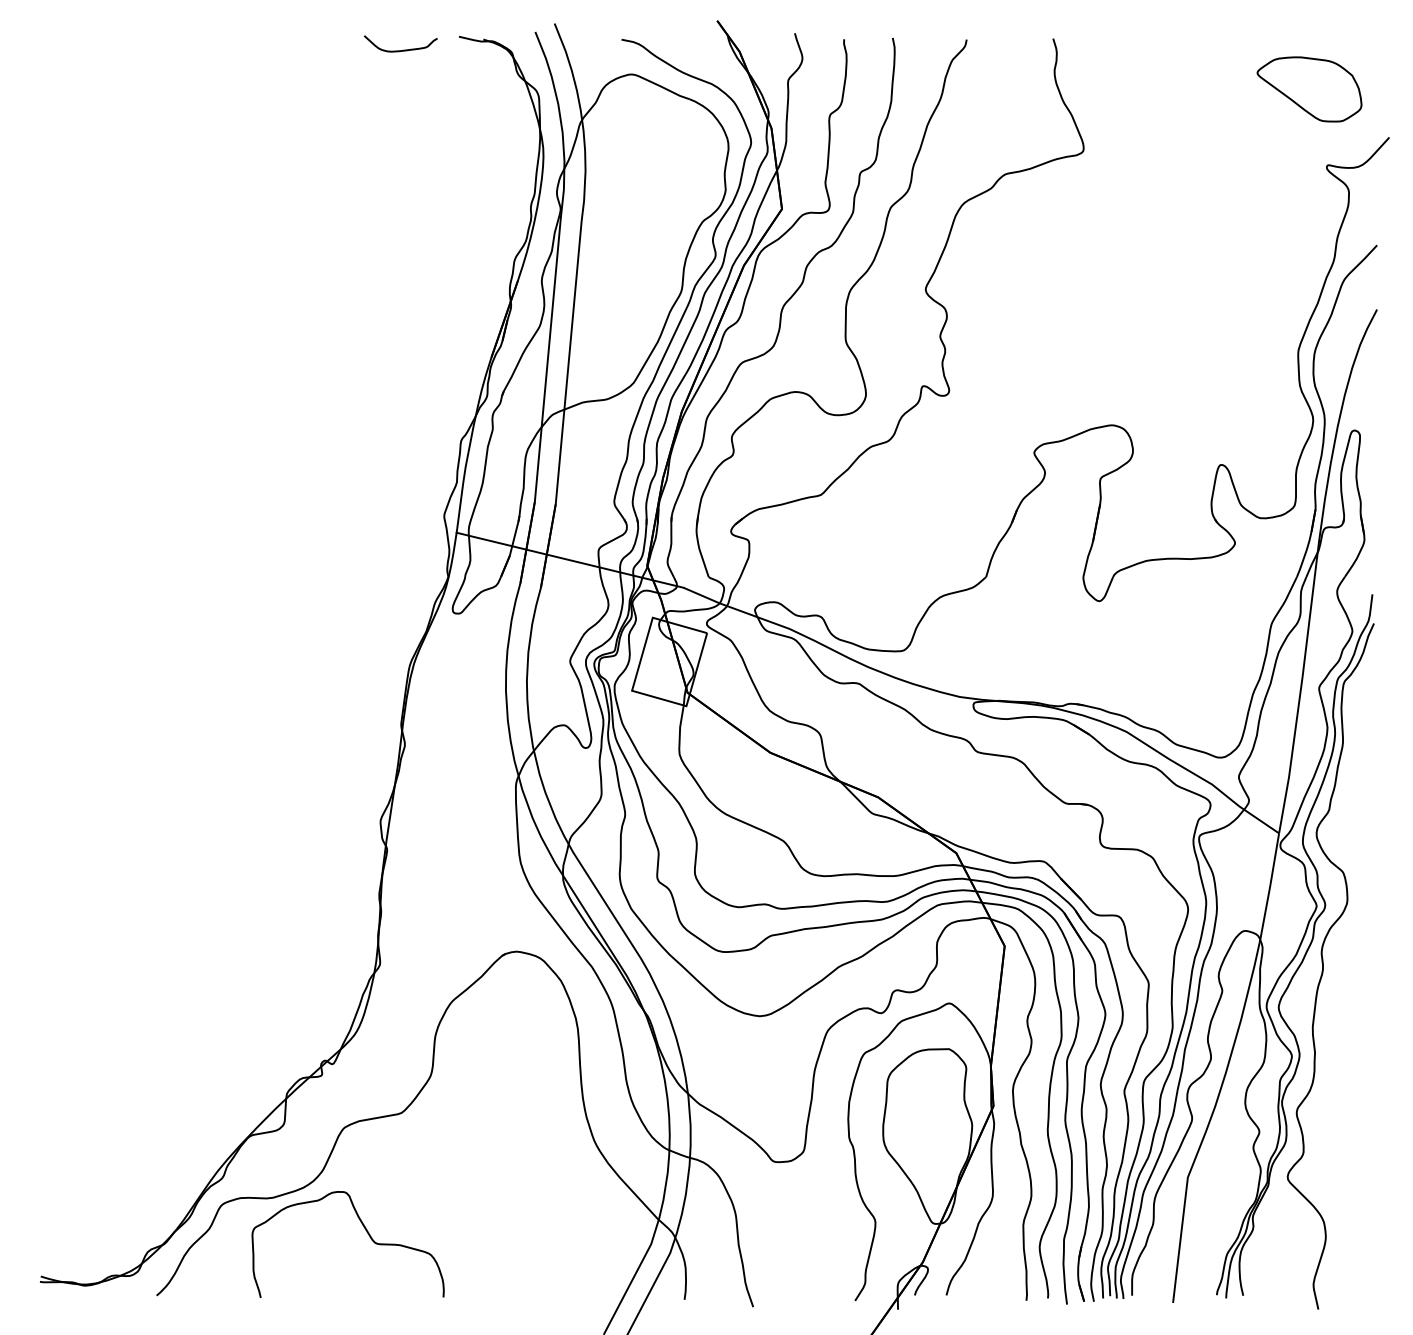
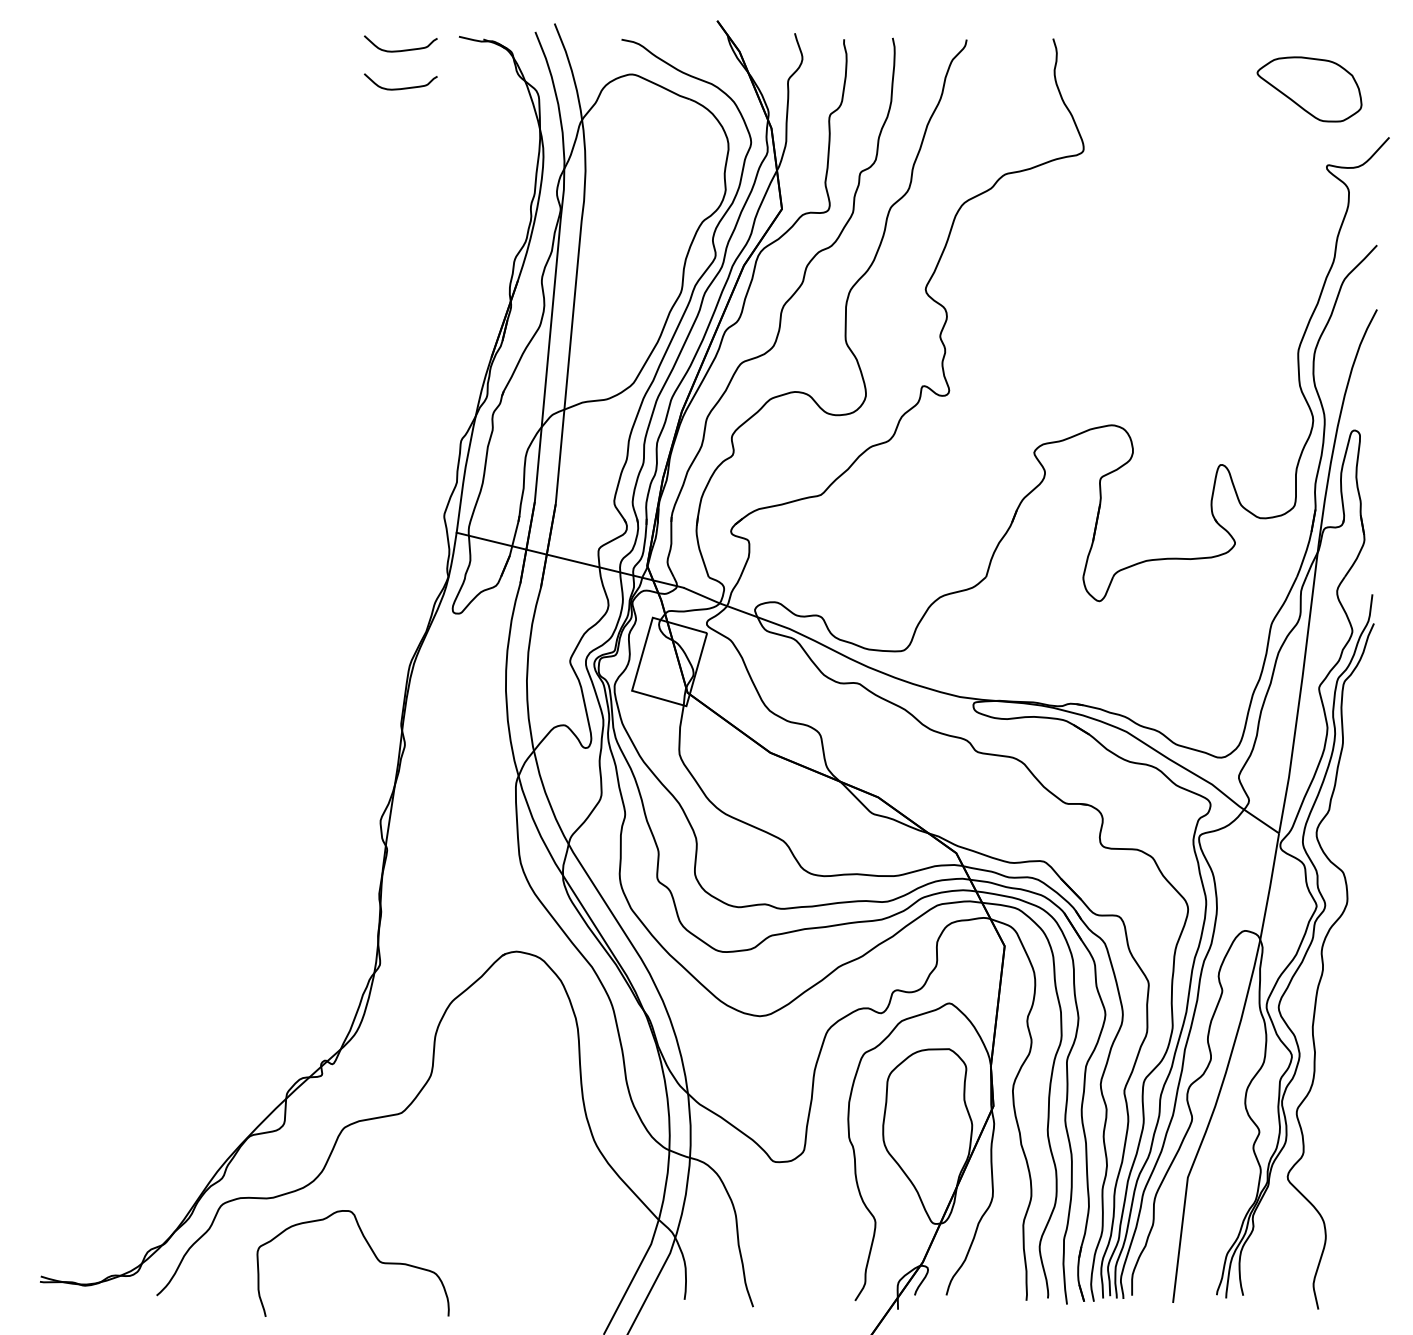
curve at (403, 87): none -> present
curve at (366, 1232) position: (366, 1232) -> (371, 1251)
